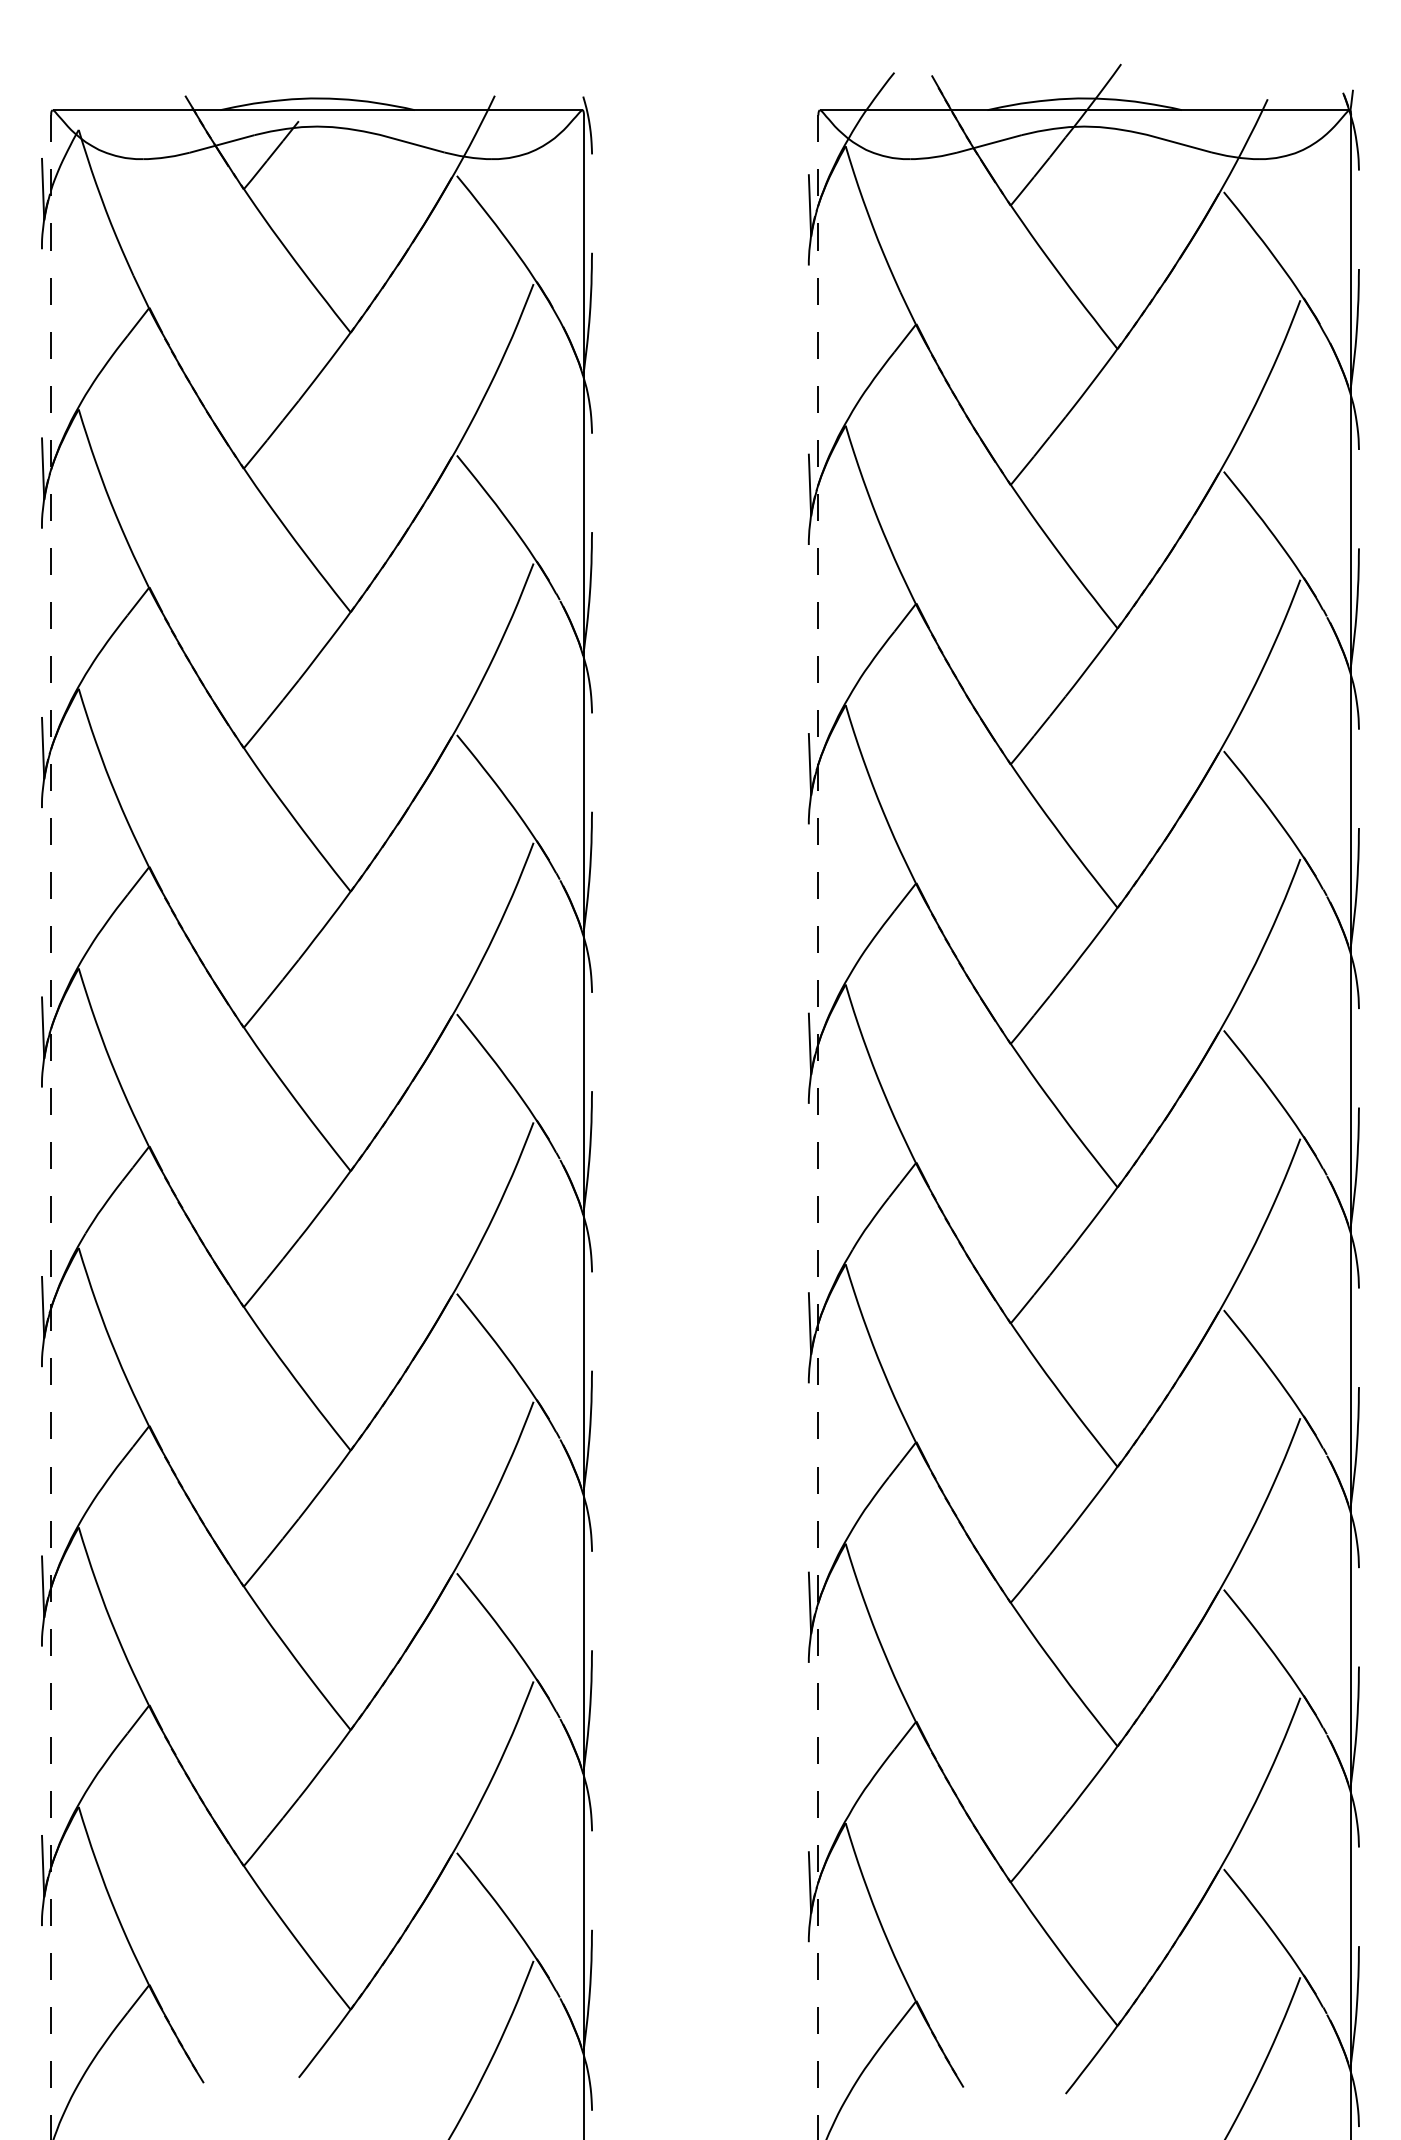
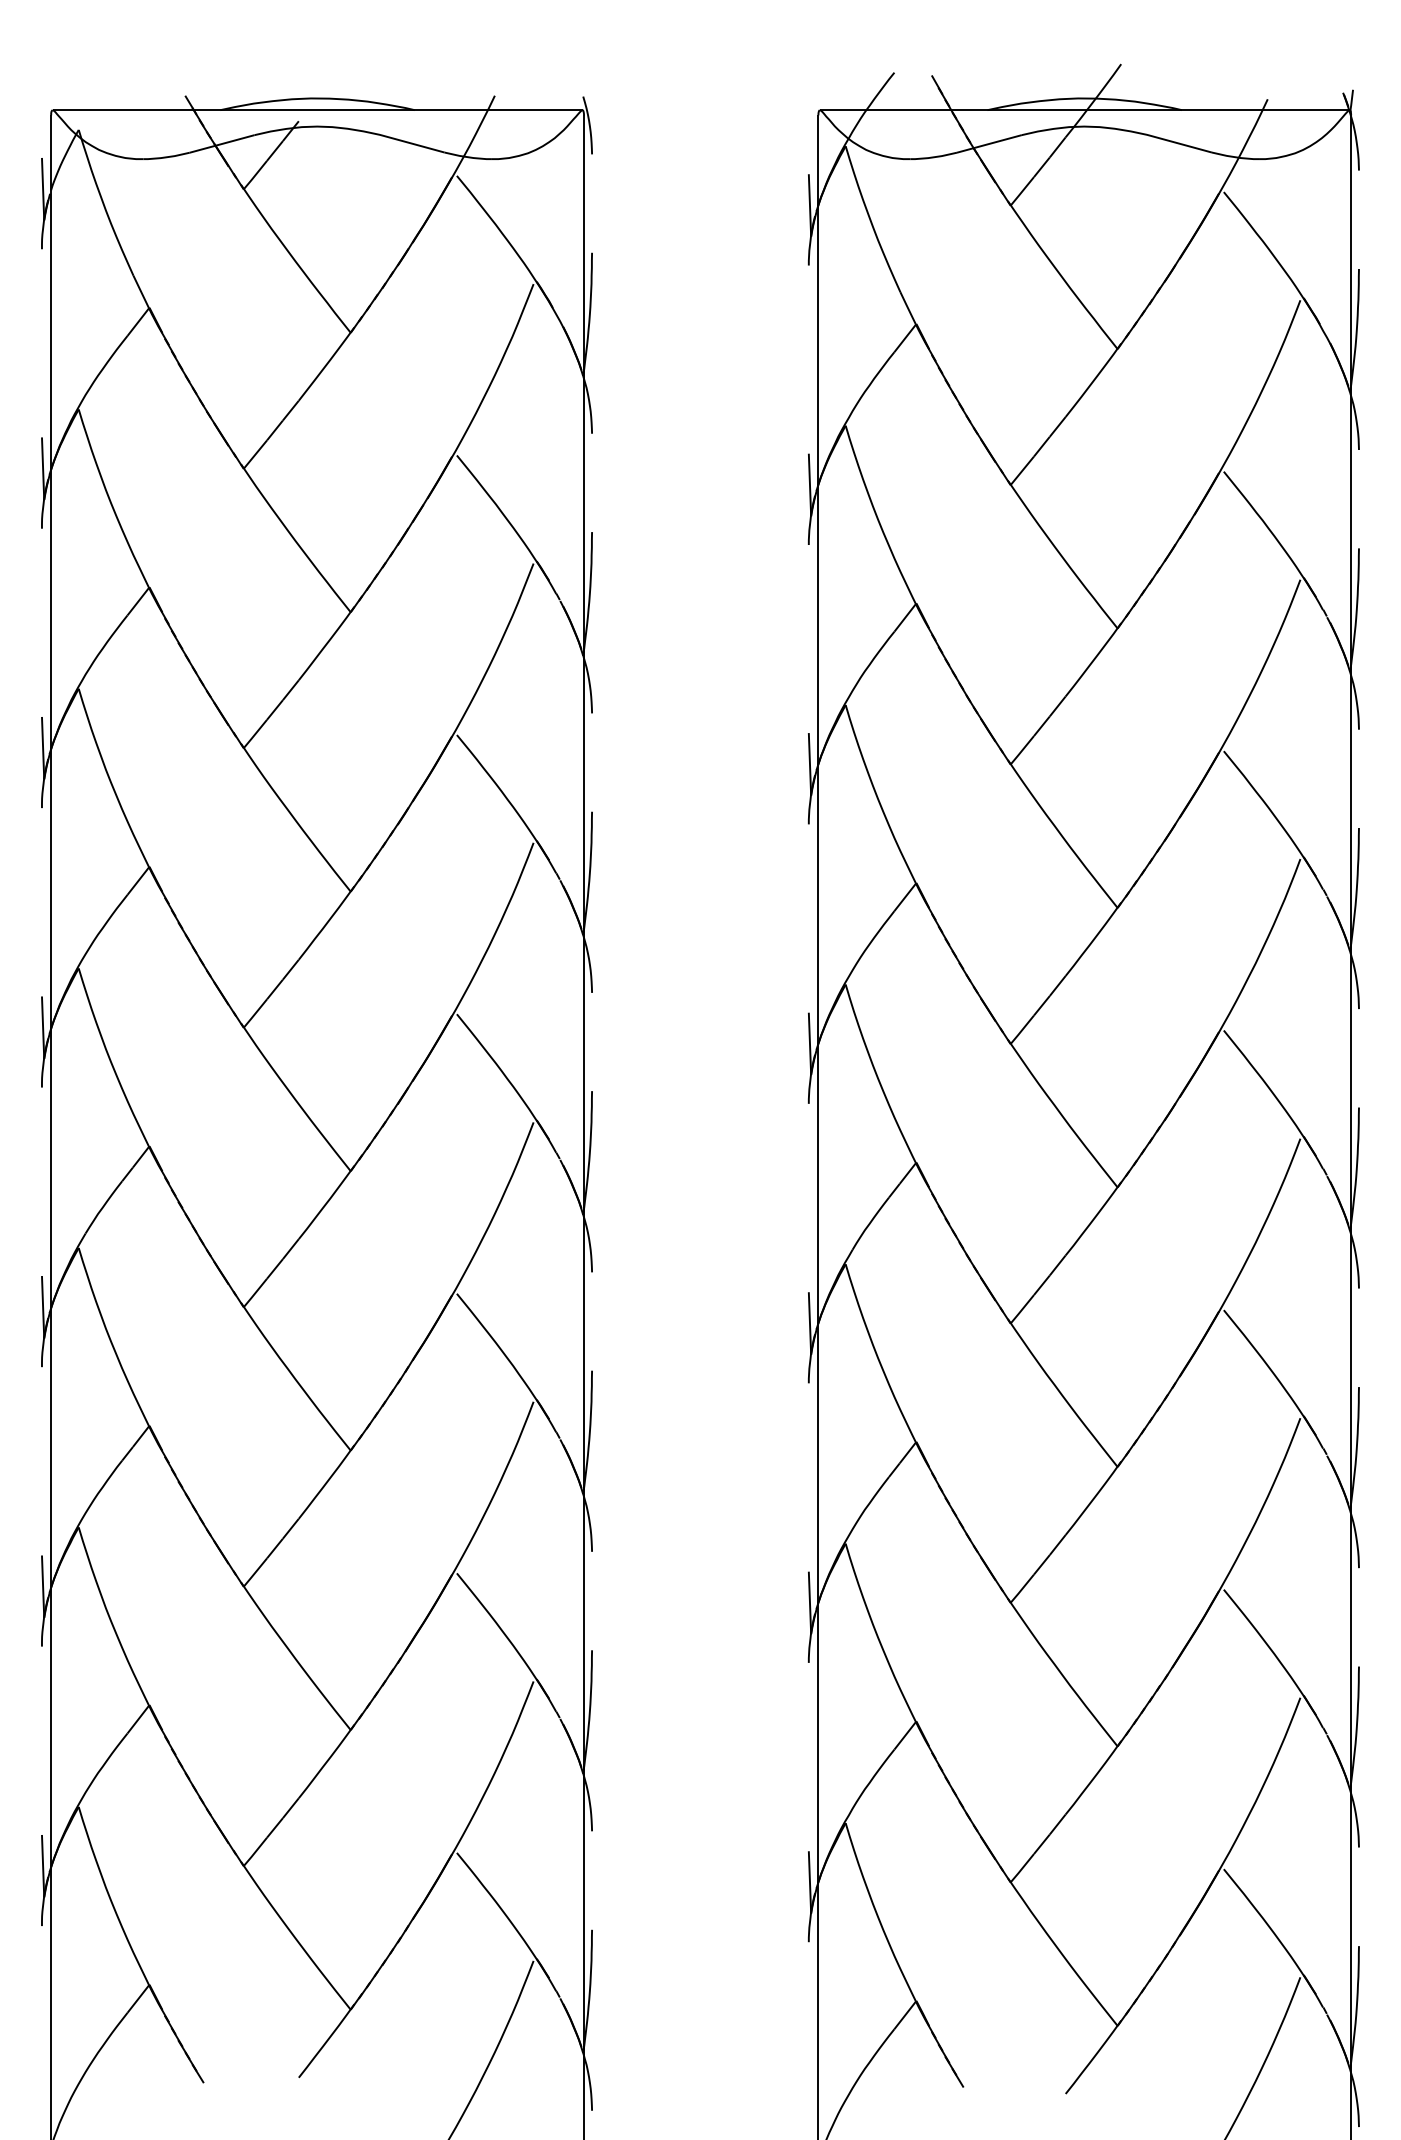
line at (51, 1127): dashed -> solid
line at (818, 1127): dashed -> solid
